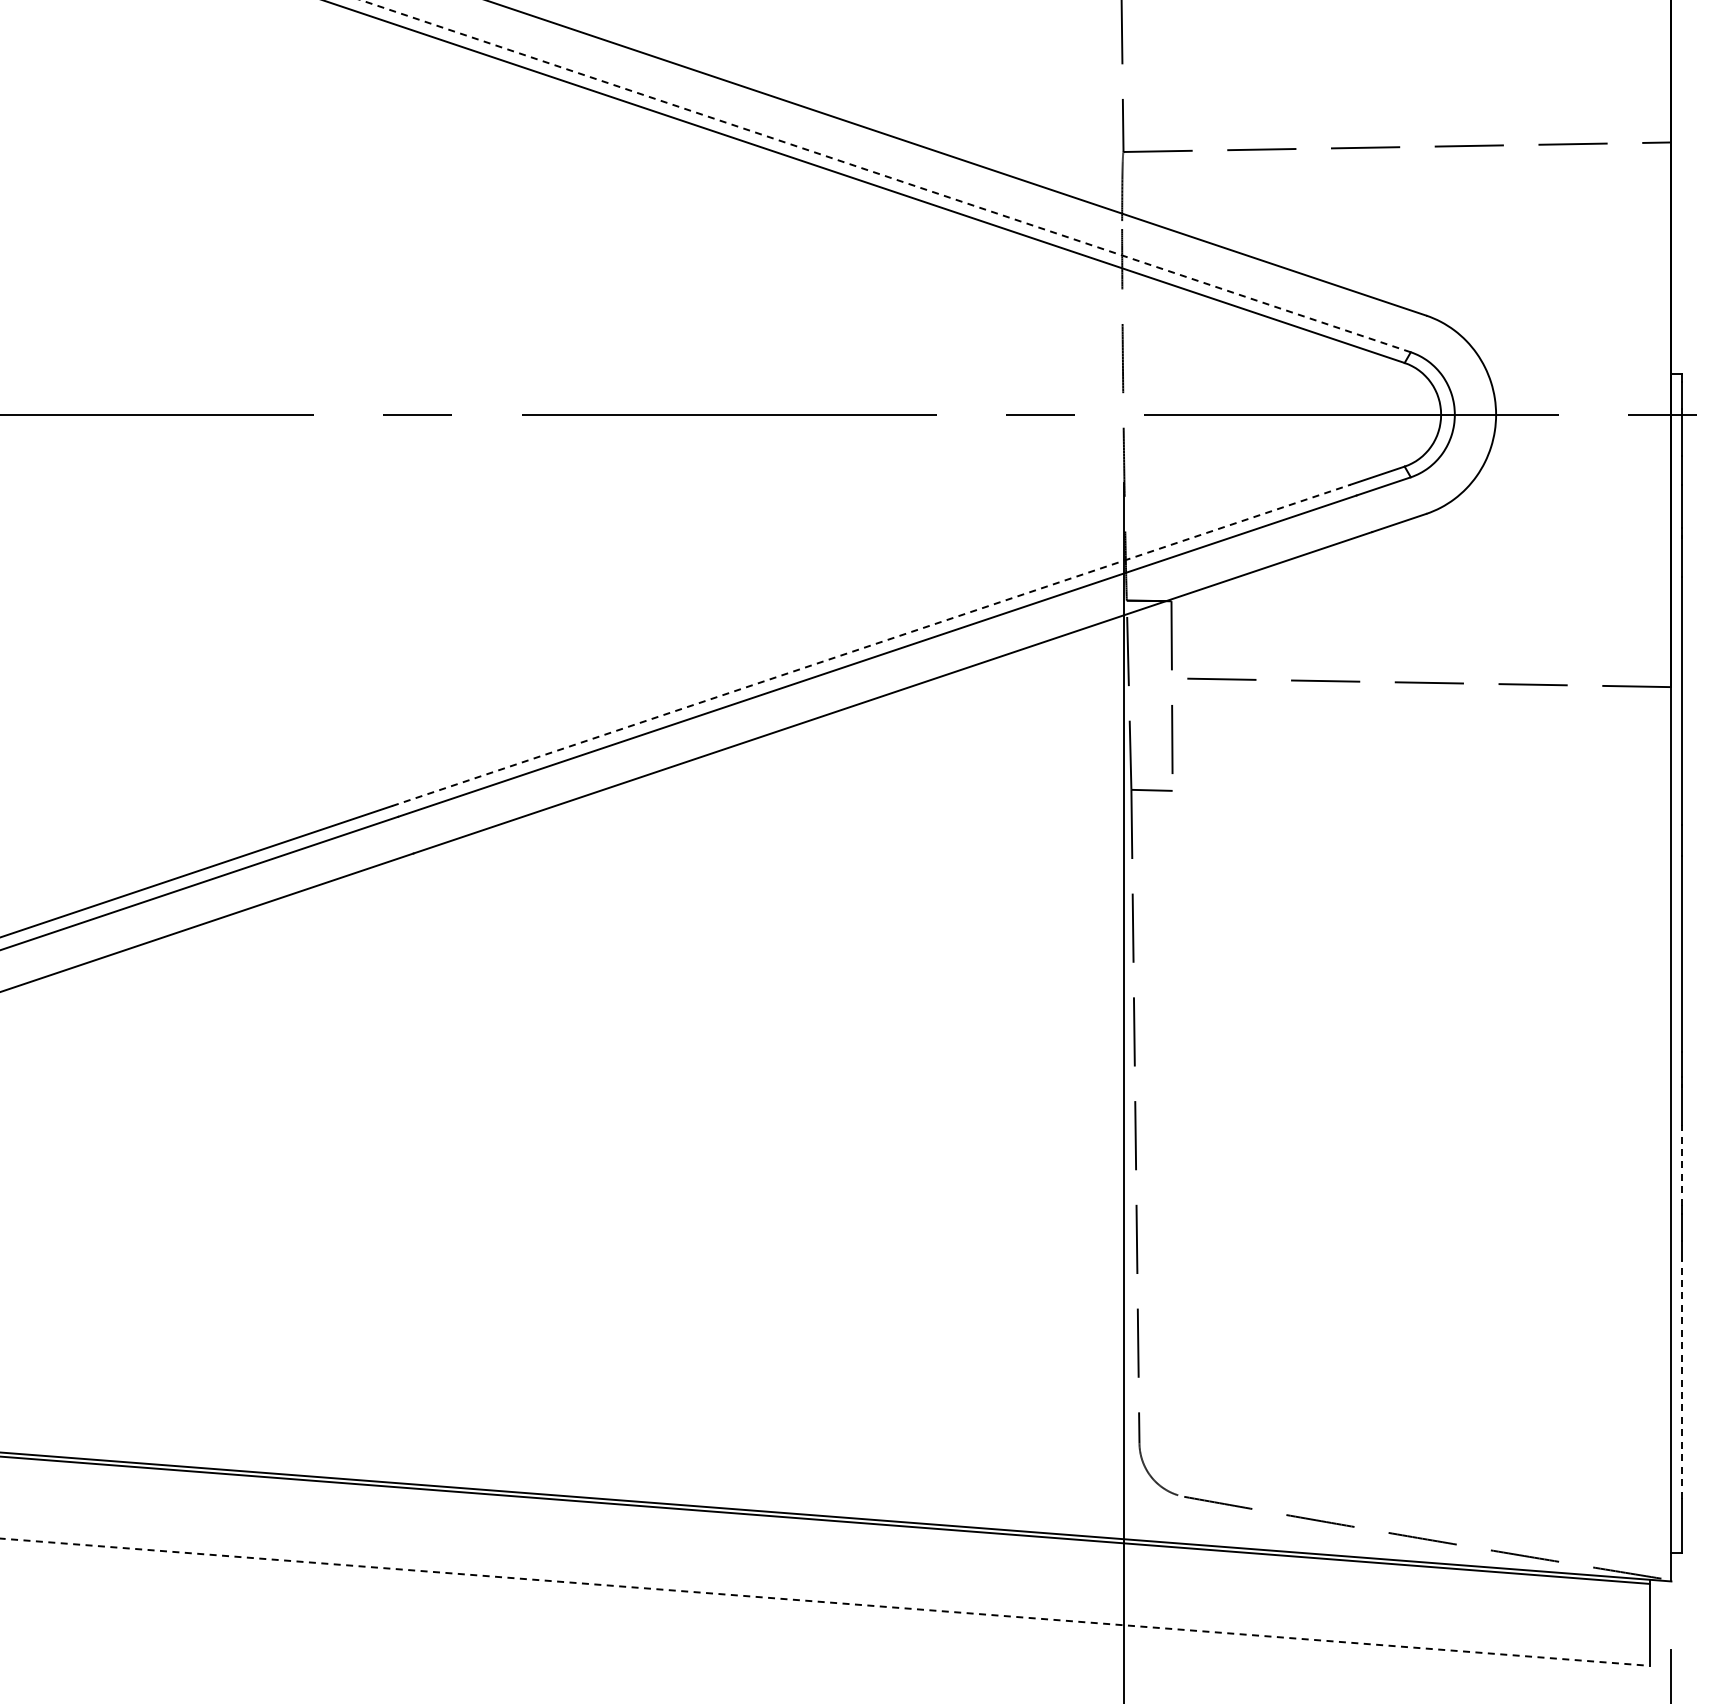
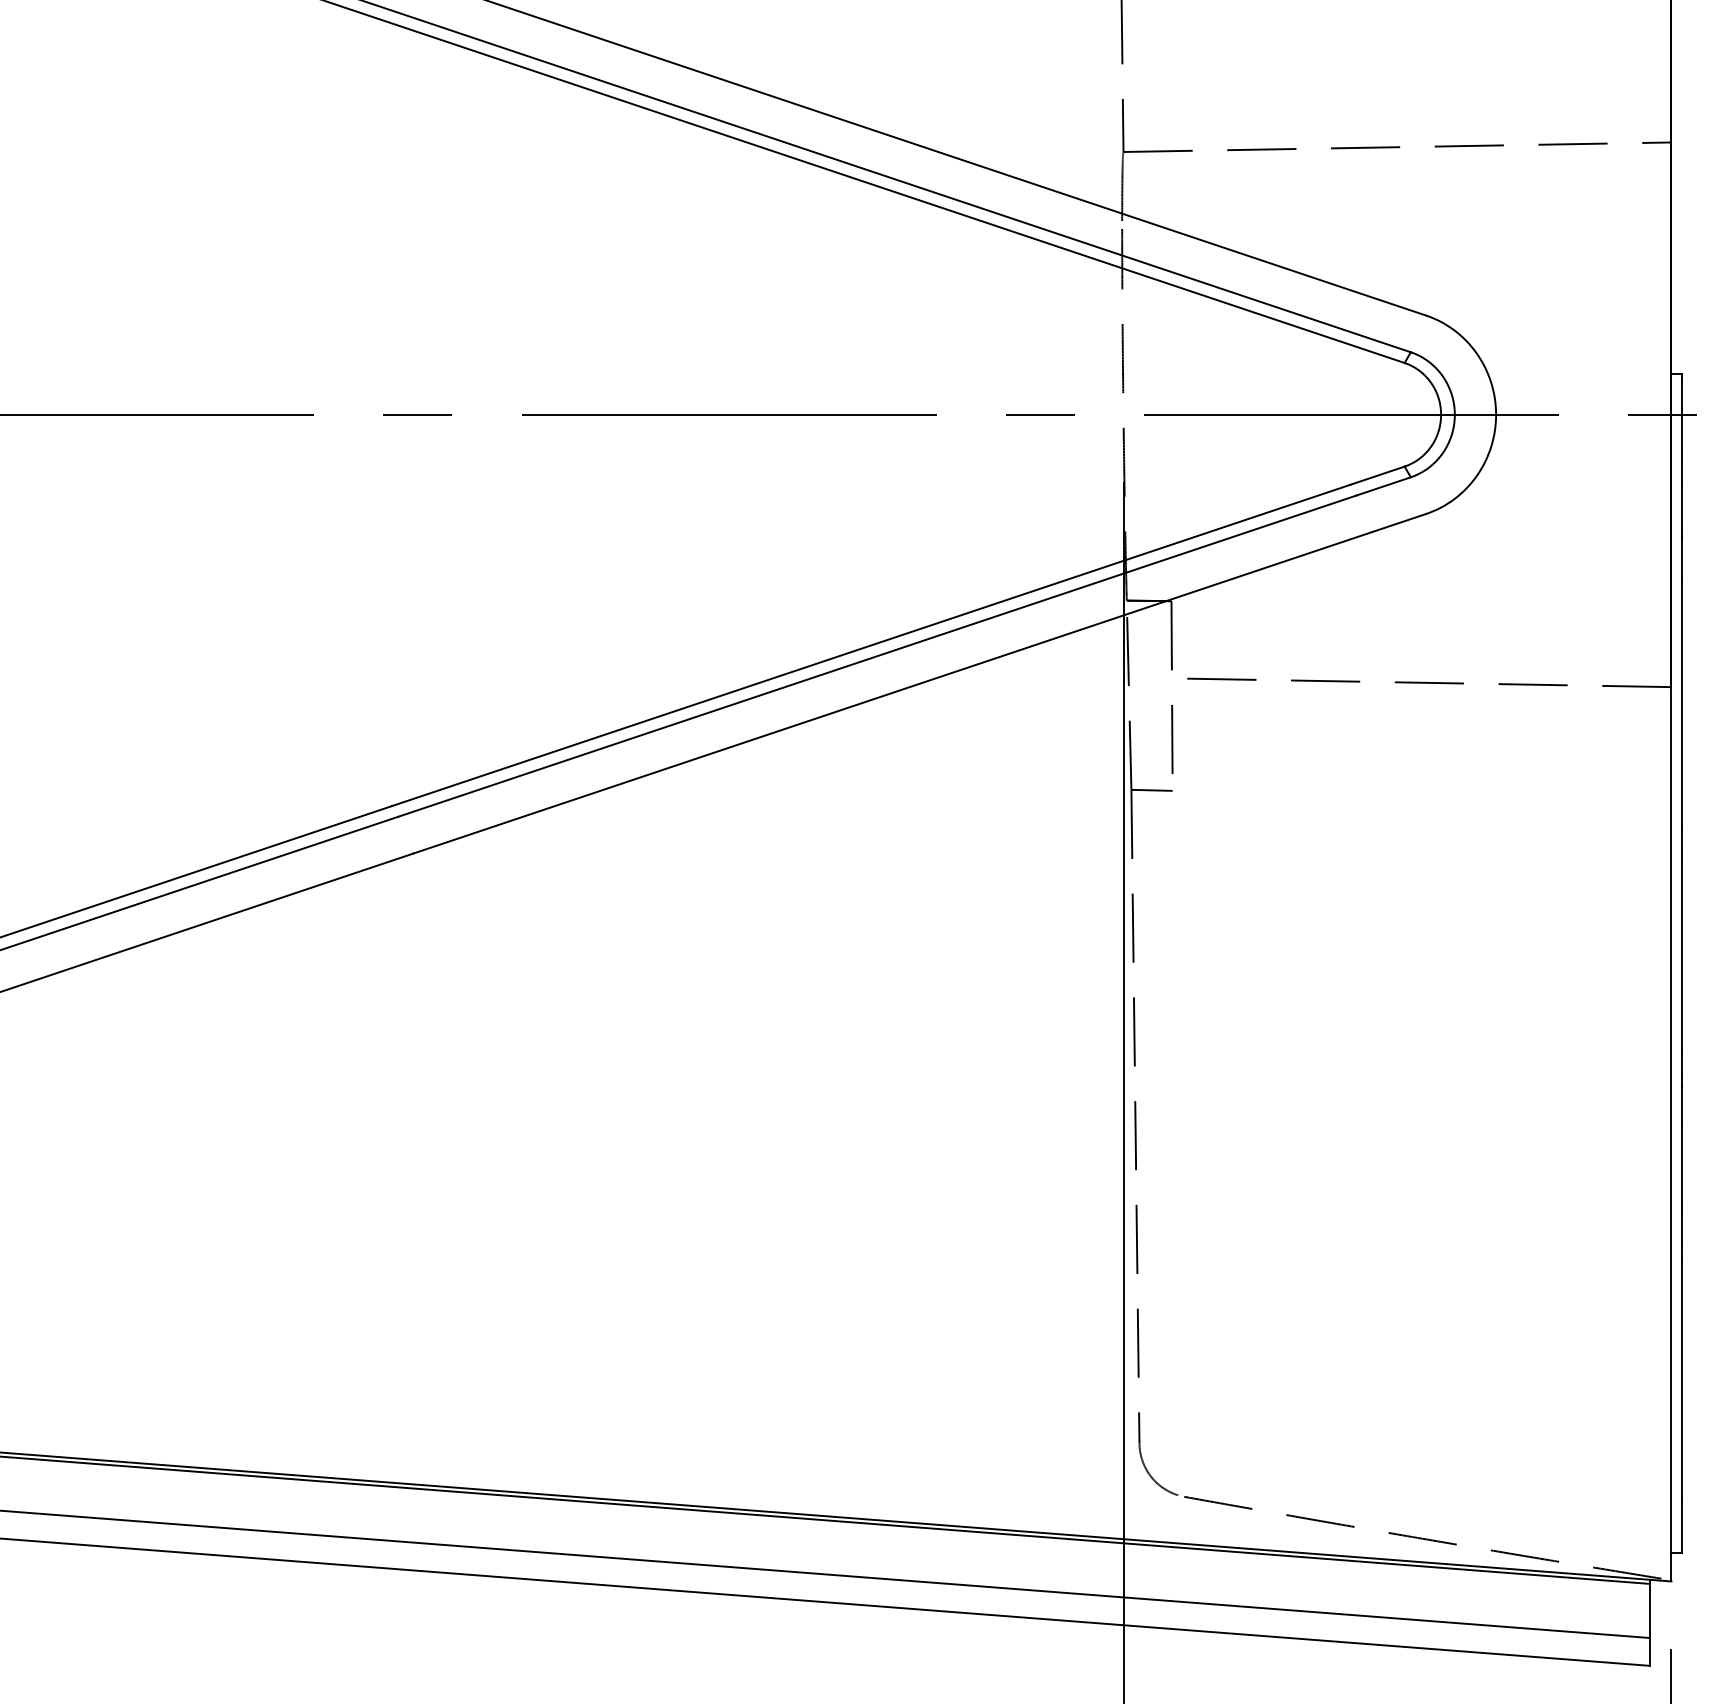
line at (885, 176): dashed -> solid
line at (871, 645): dashed -> solid
line at (1682, 1165): dashed -> solid
line at (1682, 1378): dashed -> solid
line at (825, 1573): none -> present
line at (825, 1602): dashed -> solid
